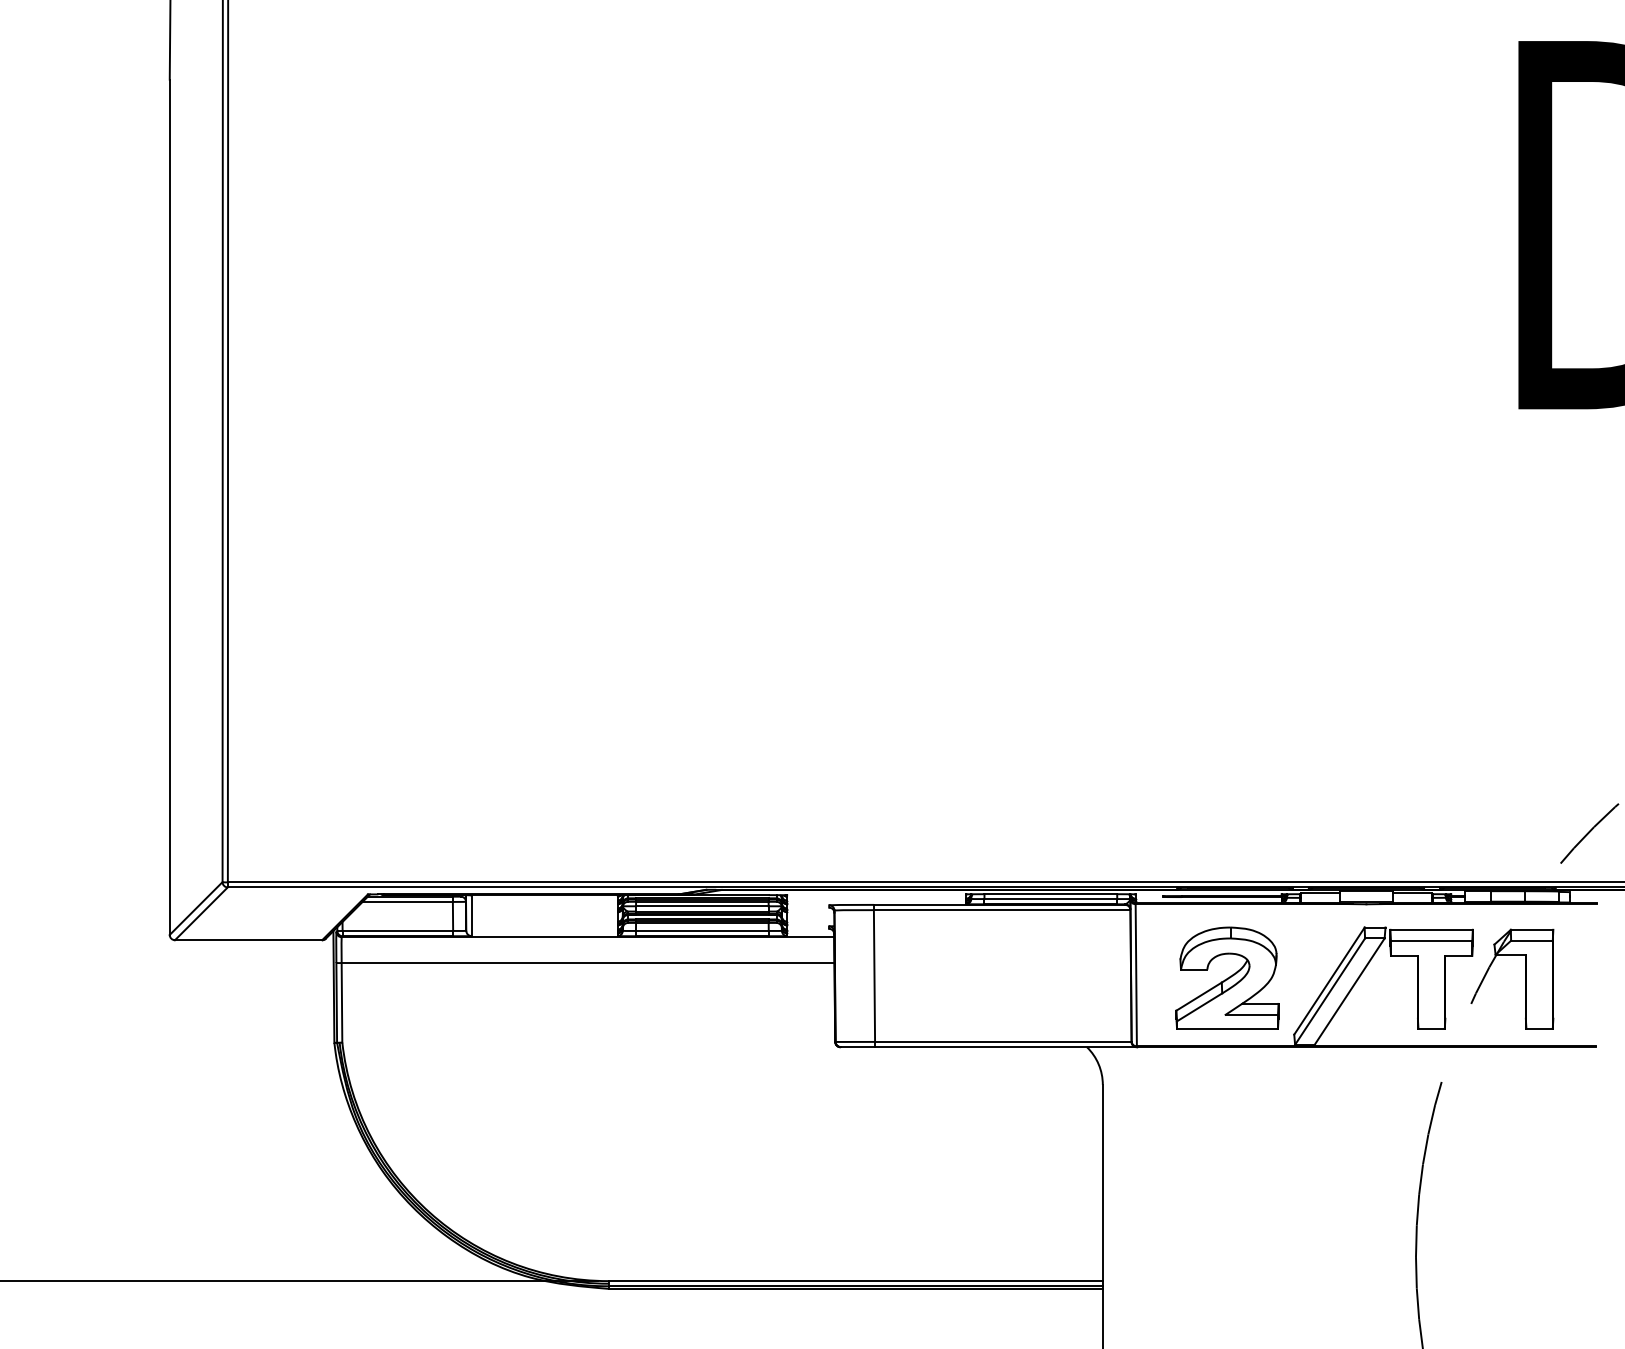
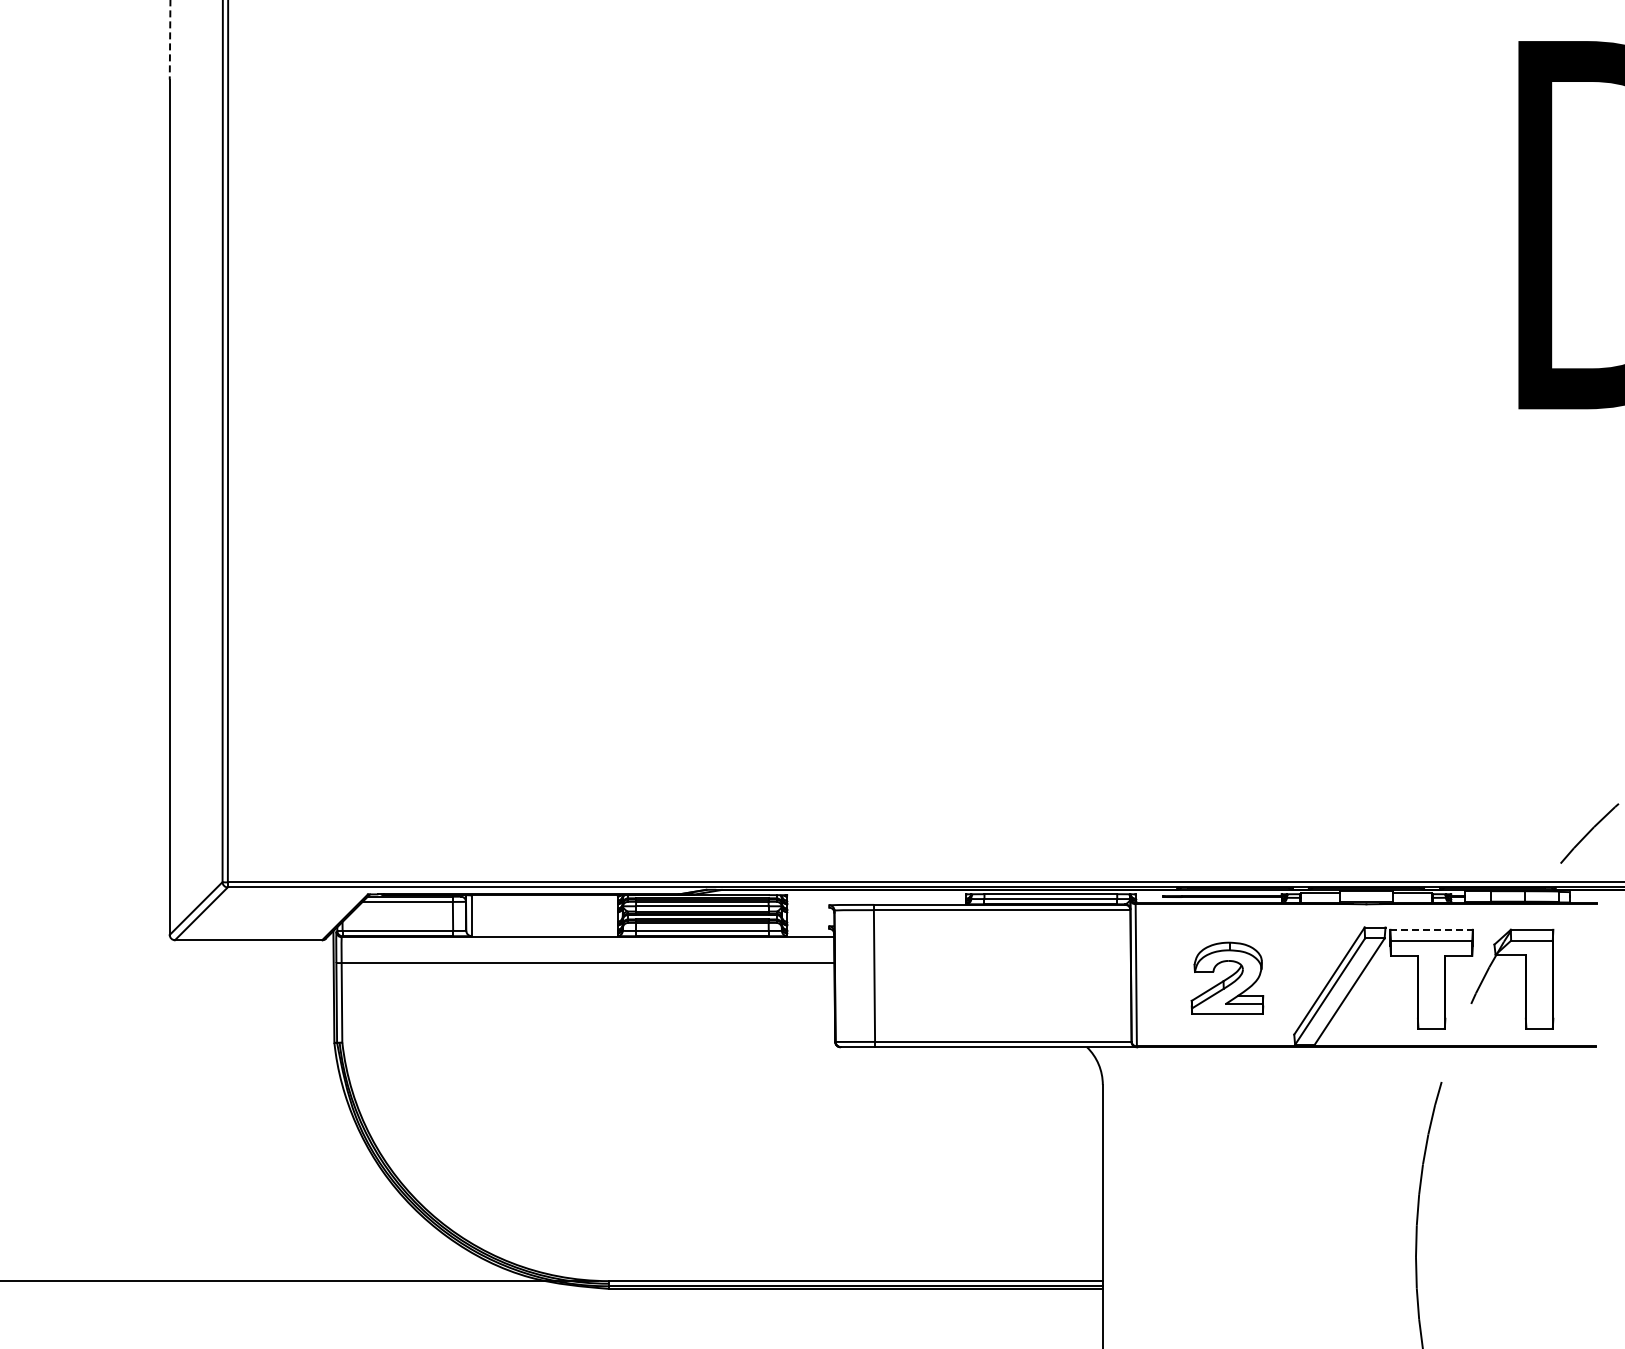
line at (170, 39): solid -> dashed
line at (1432, 929): solid -> dashed
part at (1227, 977) size: 105x104 px -> 75x74 px
